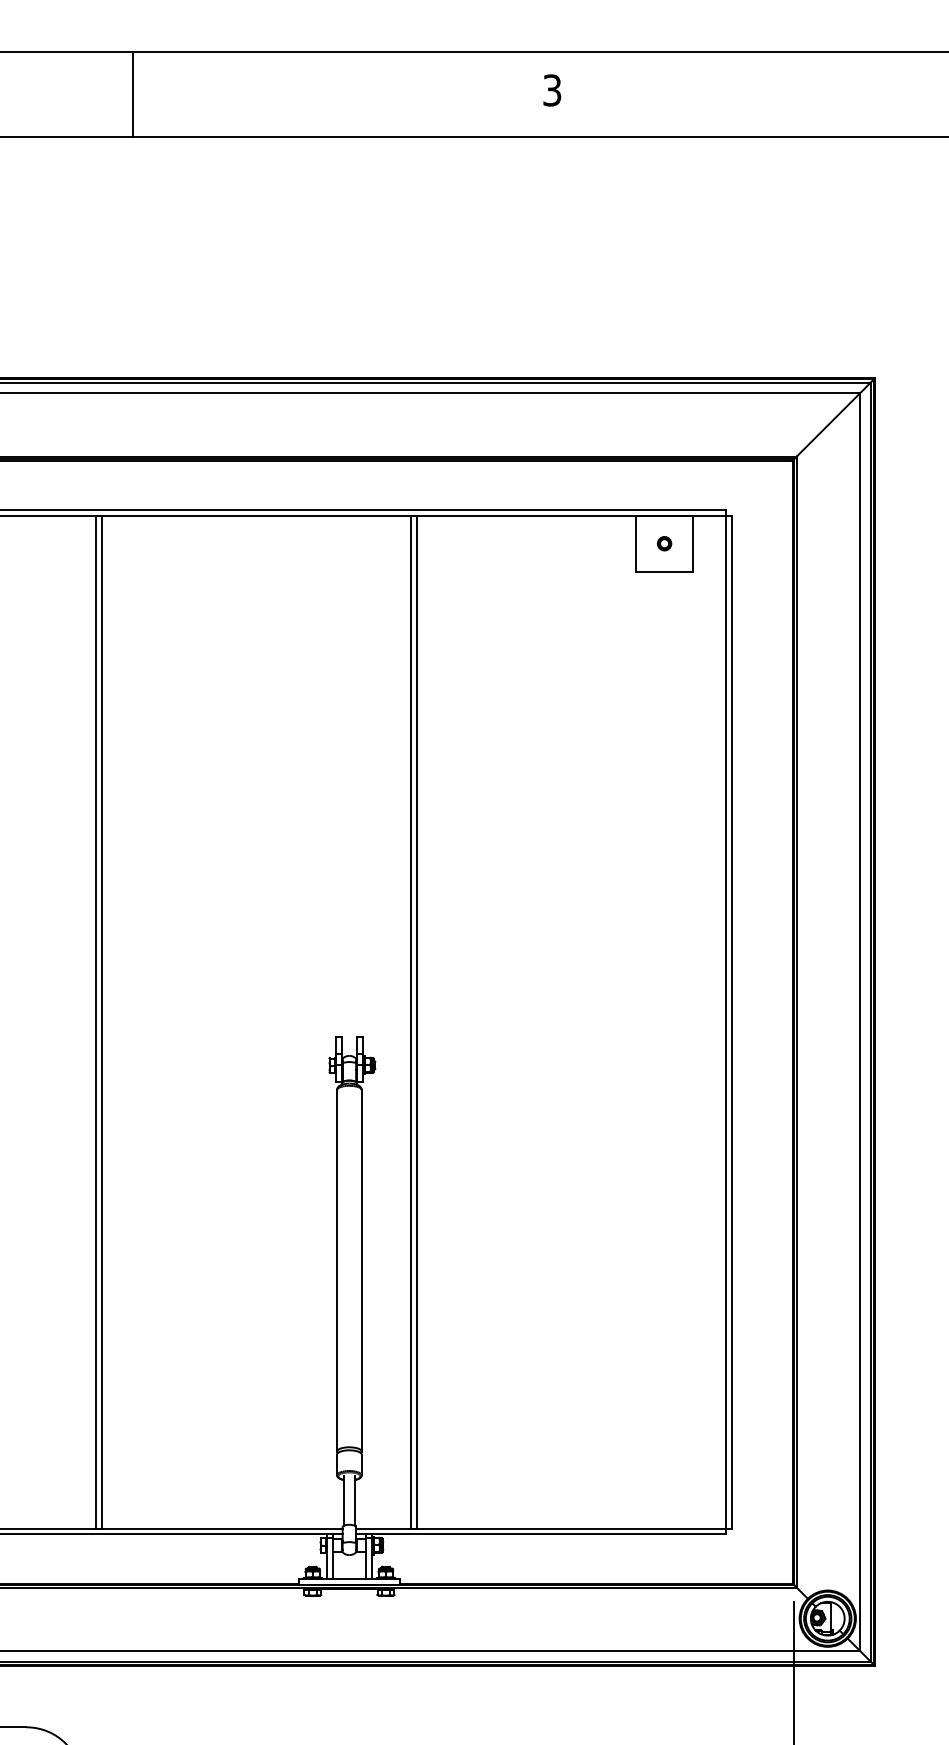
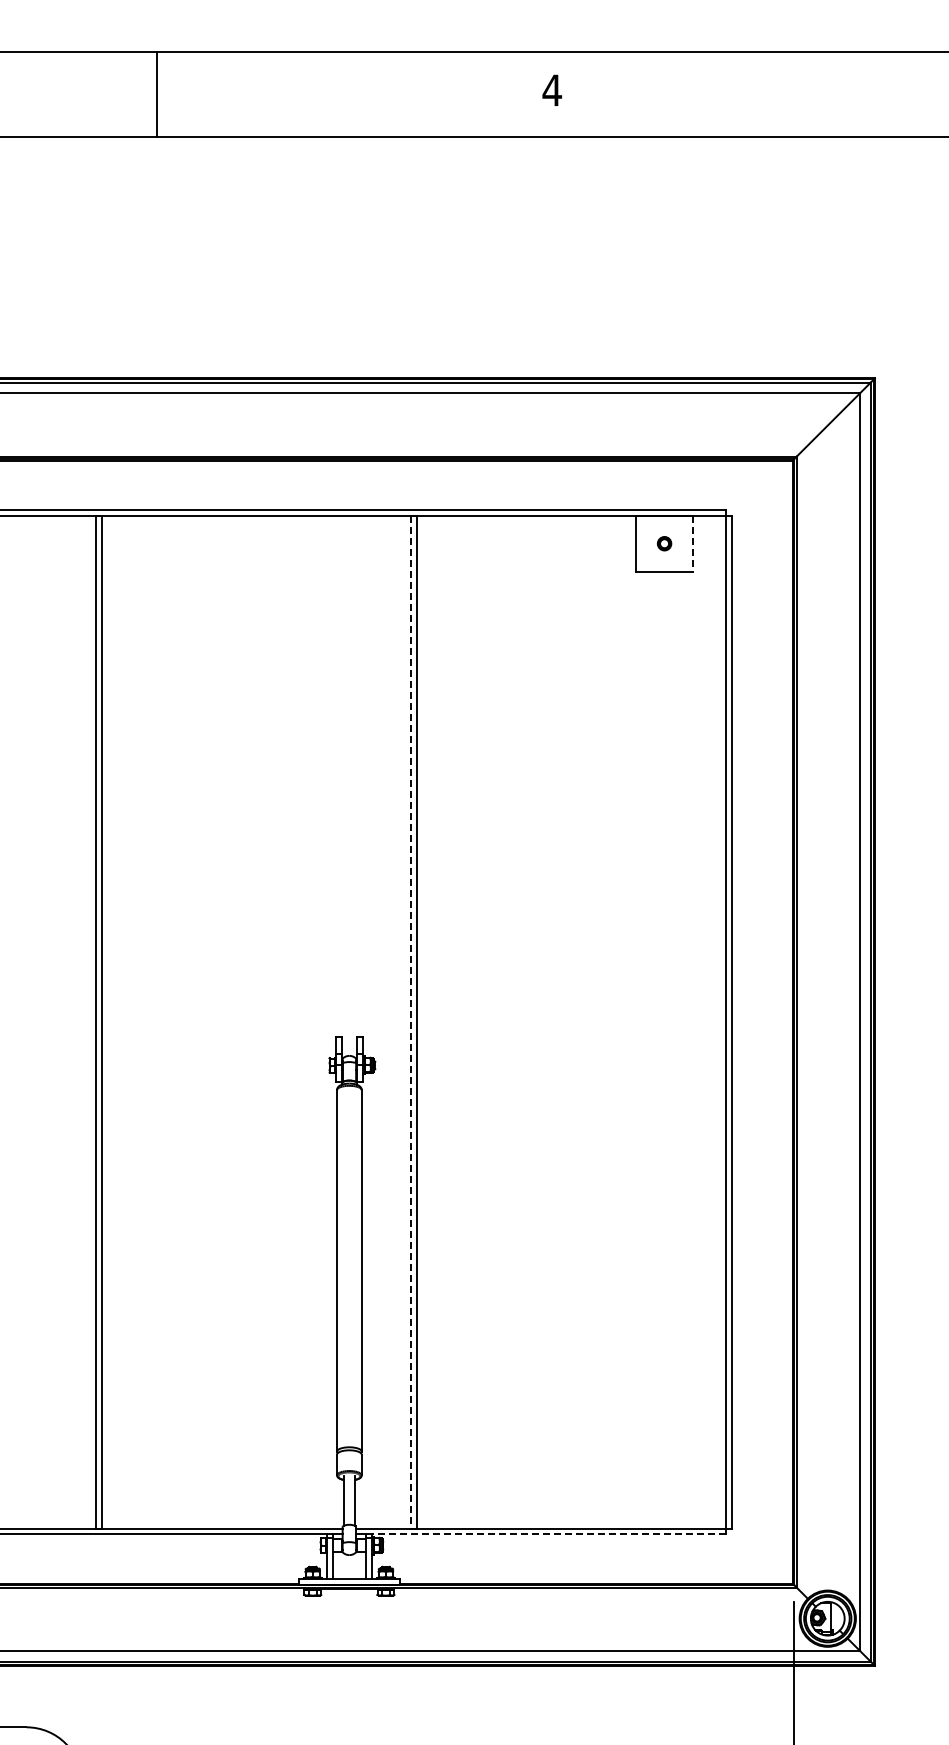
text at (552, 90): 3 -> 4
line at (132, 94) position: (132, 94) -> (156, 94)
line at (692, 544): solid -> dashed
line at (411, 1022): solid -> dashed
line at (548, 1534): solid -> dashed
